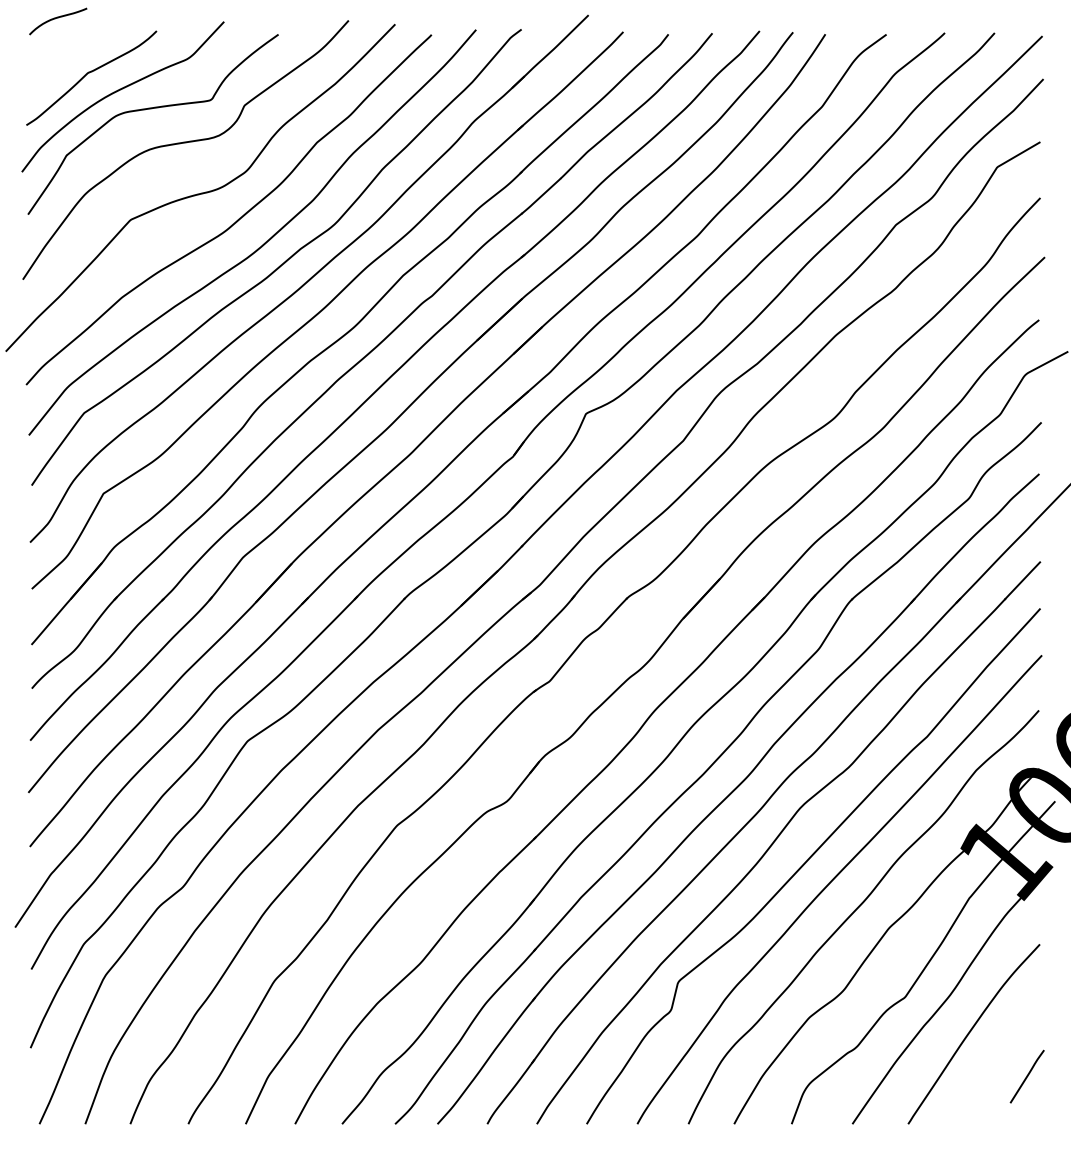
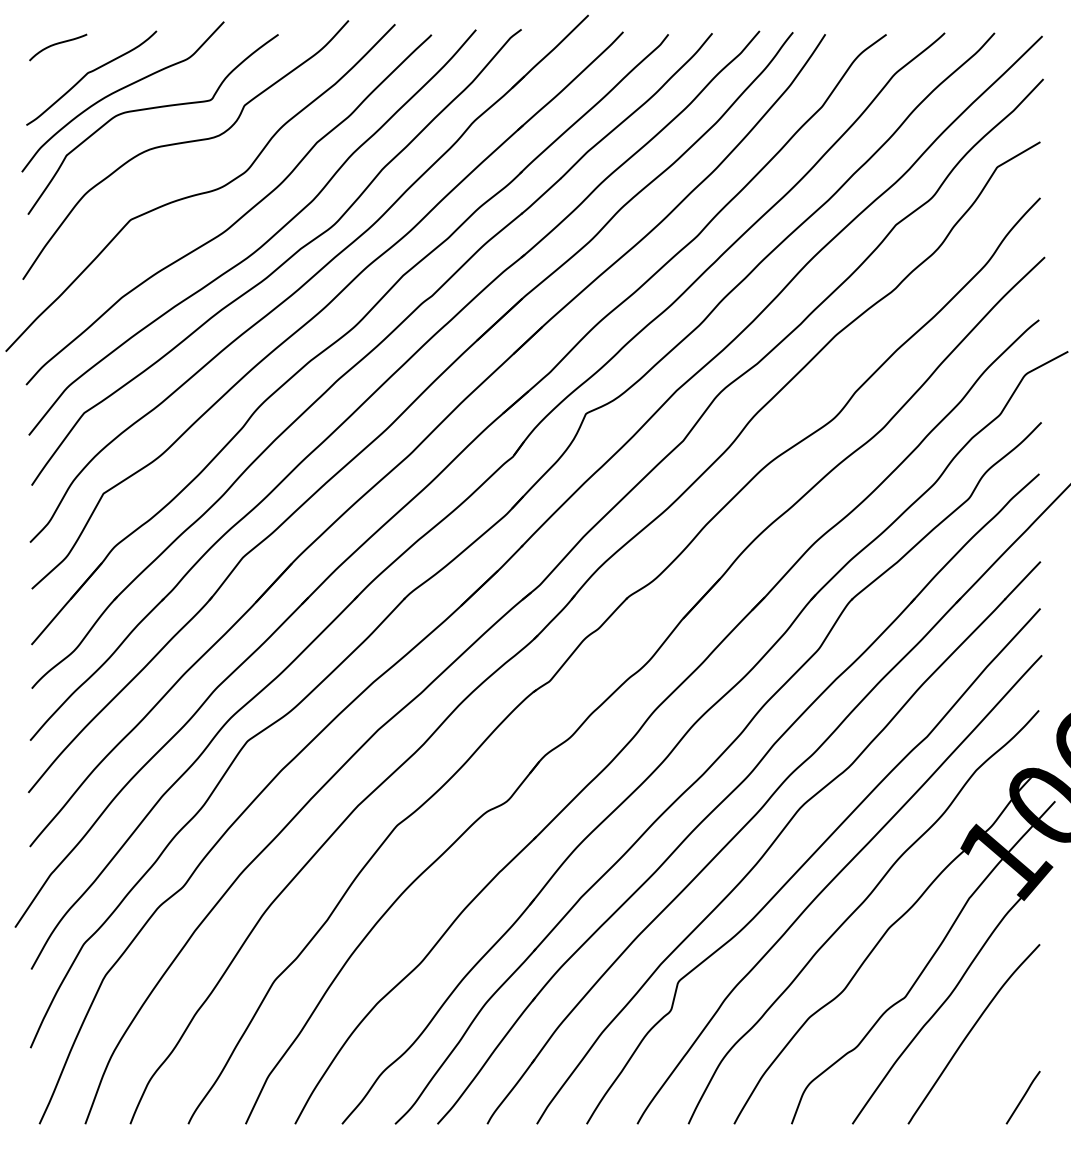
curve at (58, 18) position: (58, 18) -> (58, 44)
line at (1026, 1076) position: (1026, 1076) -> (1022, 1097)
